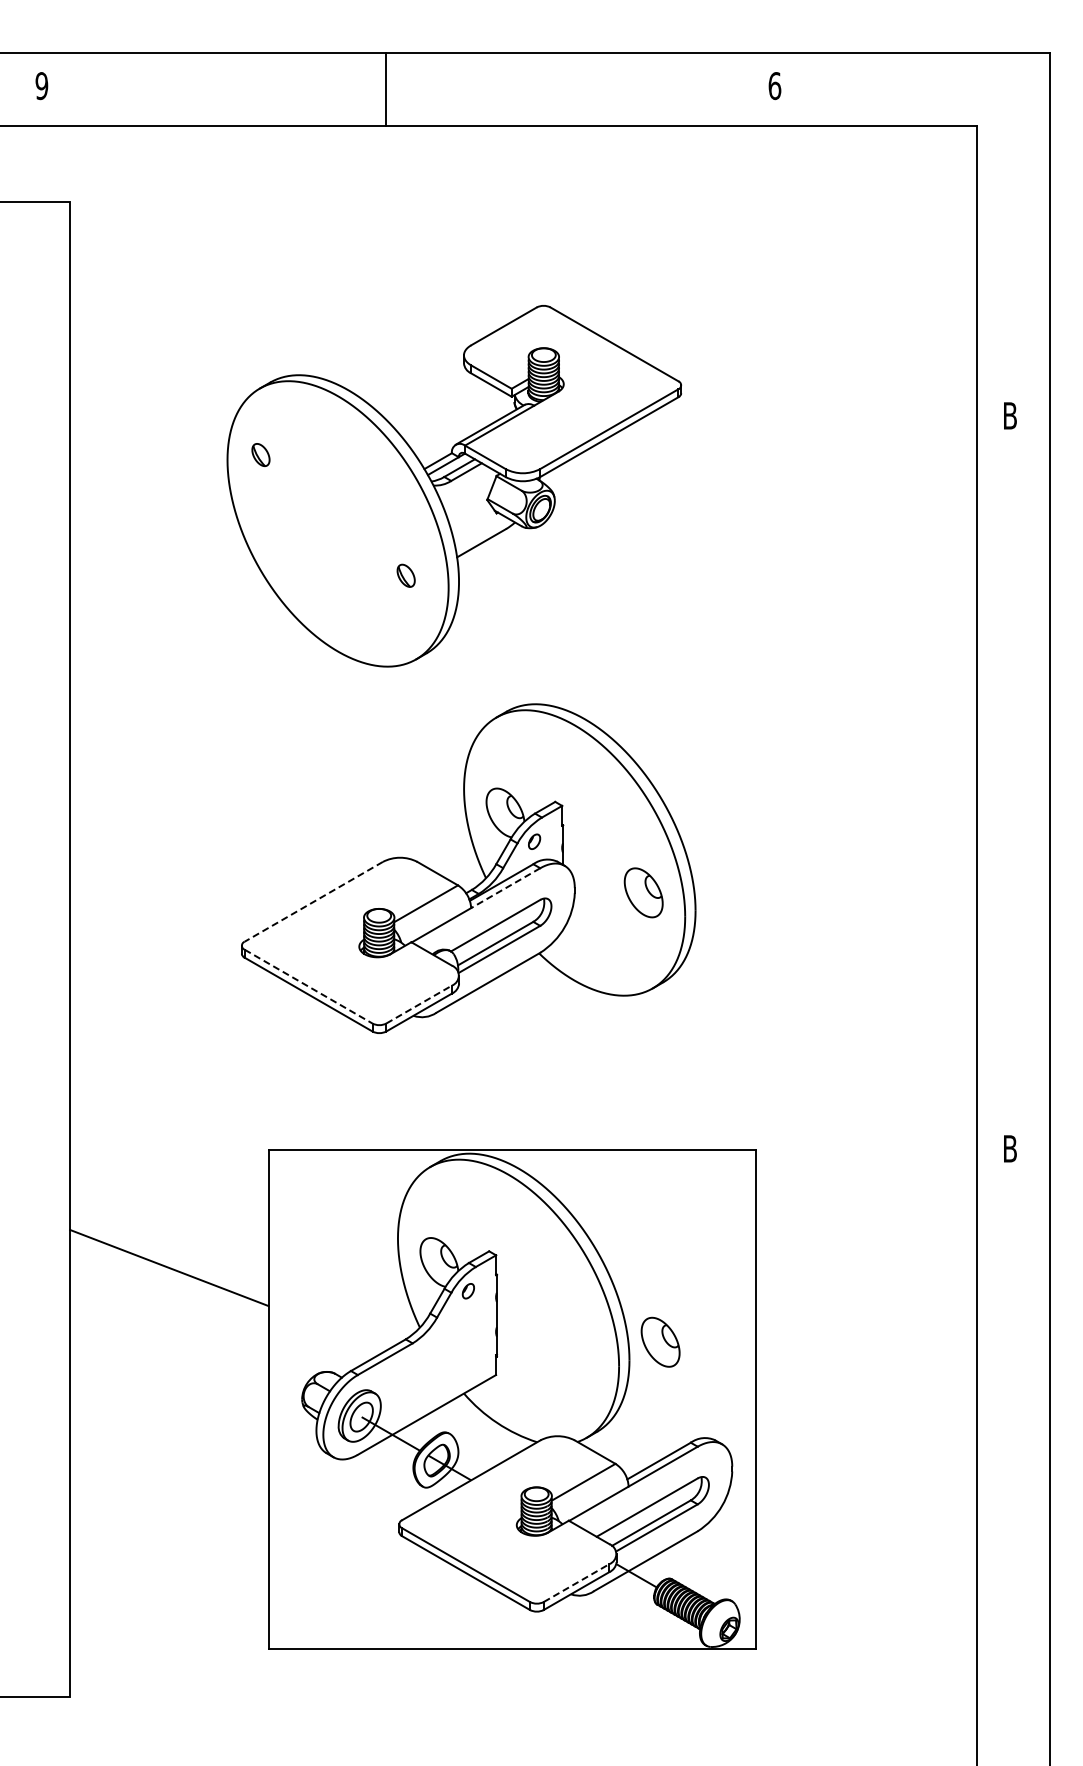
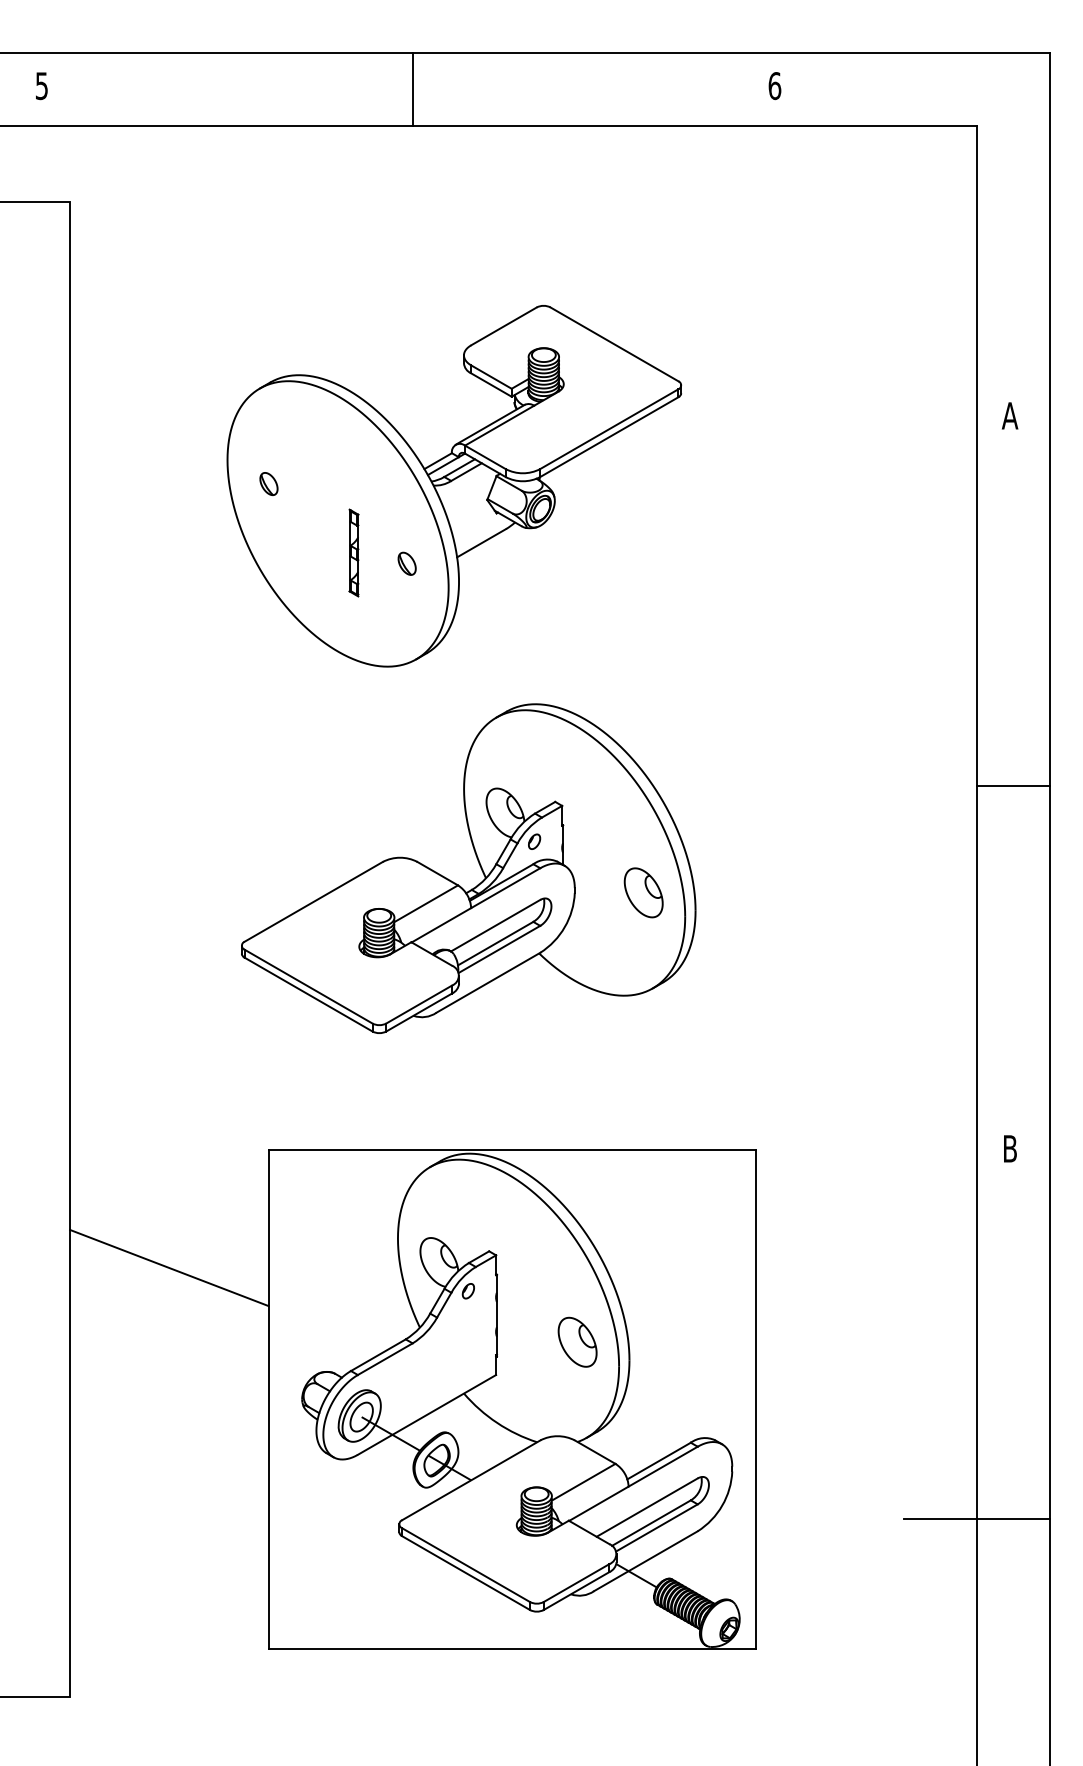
text at (41, 85): 9 -> 5
line at (385, 89) position: (385, 89) -> (412, 89)
text at (1009, 415): B -> A
part at (260, 454) position: (260, 454) -> (268, 483)
part at (353, 552): none -> present
part at (405, 575) position: (405, 575) -> (406, 563)
line at (1013, 785): none -> present
line at (505, 888): dashed -> solid
line at (313, 901): dashed -> solid
line at (308, 986): dashed -> solid
line at (419, 1004): dashed -> solid
part at (660, 1341) position: (660, 1341) -> (577, 1341)
line at (976, 1518): none -> present
line at (576, 1583): dashed -> solid
